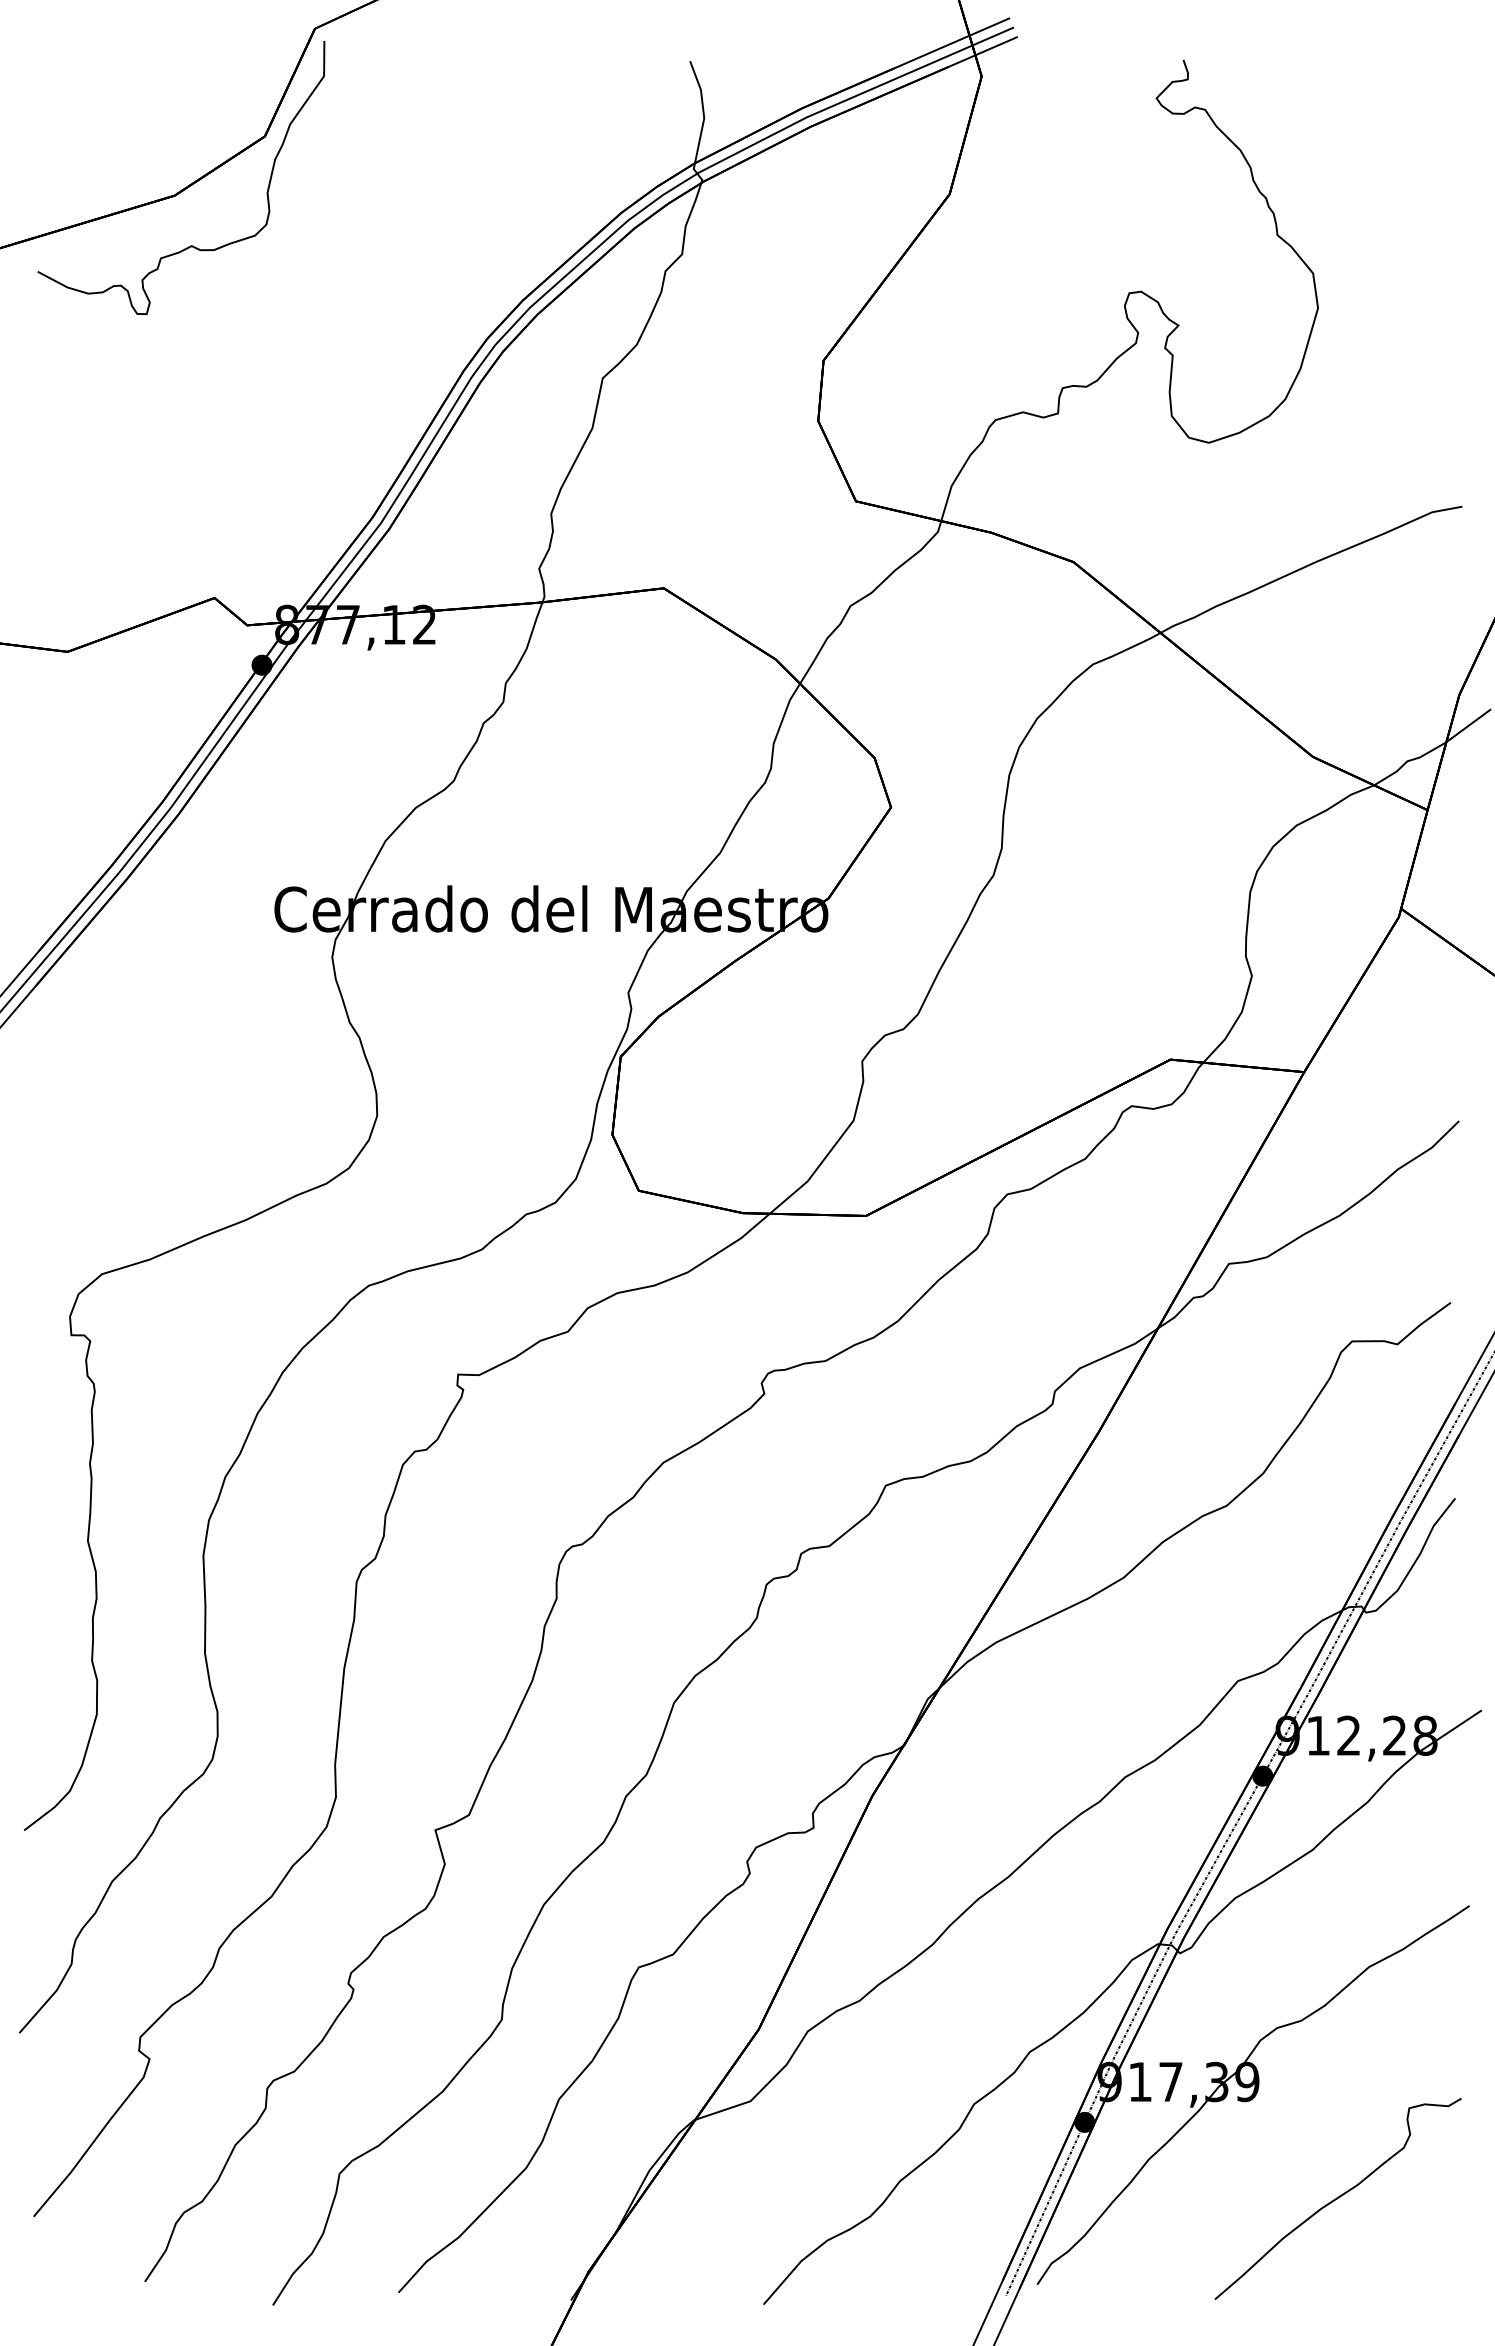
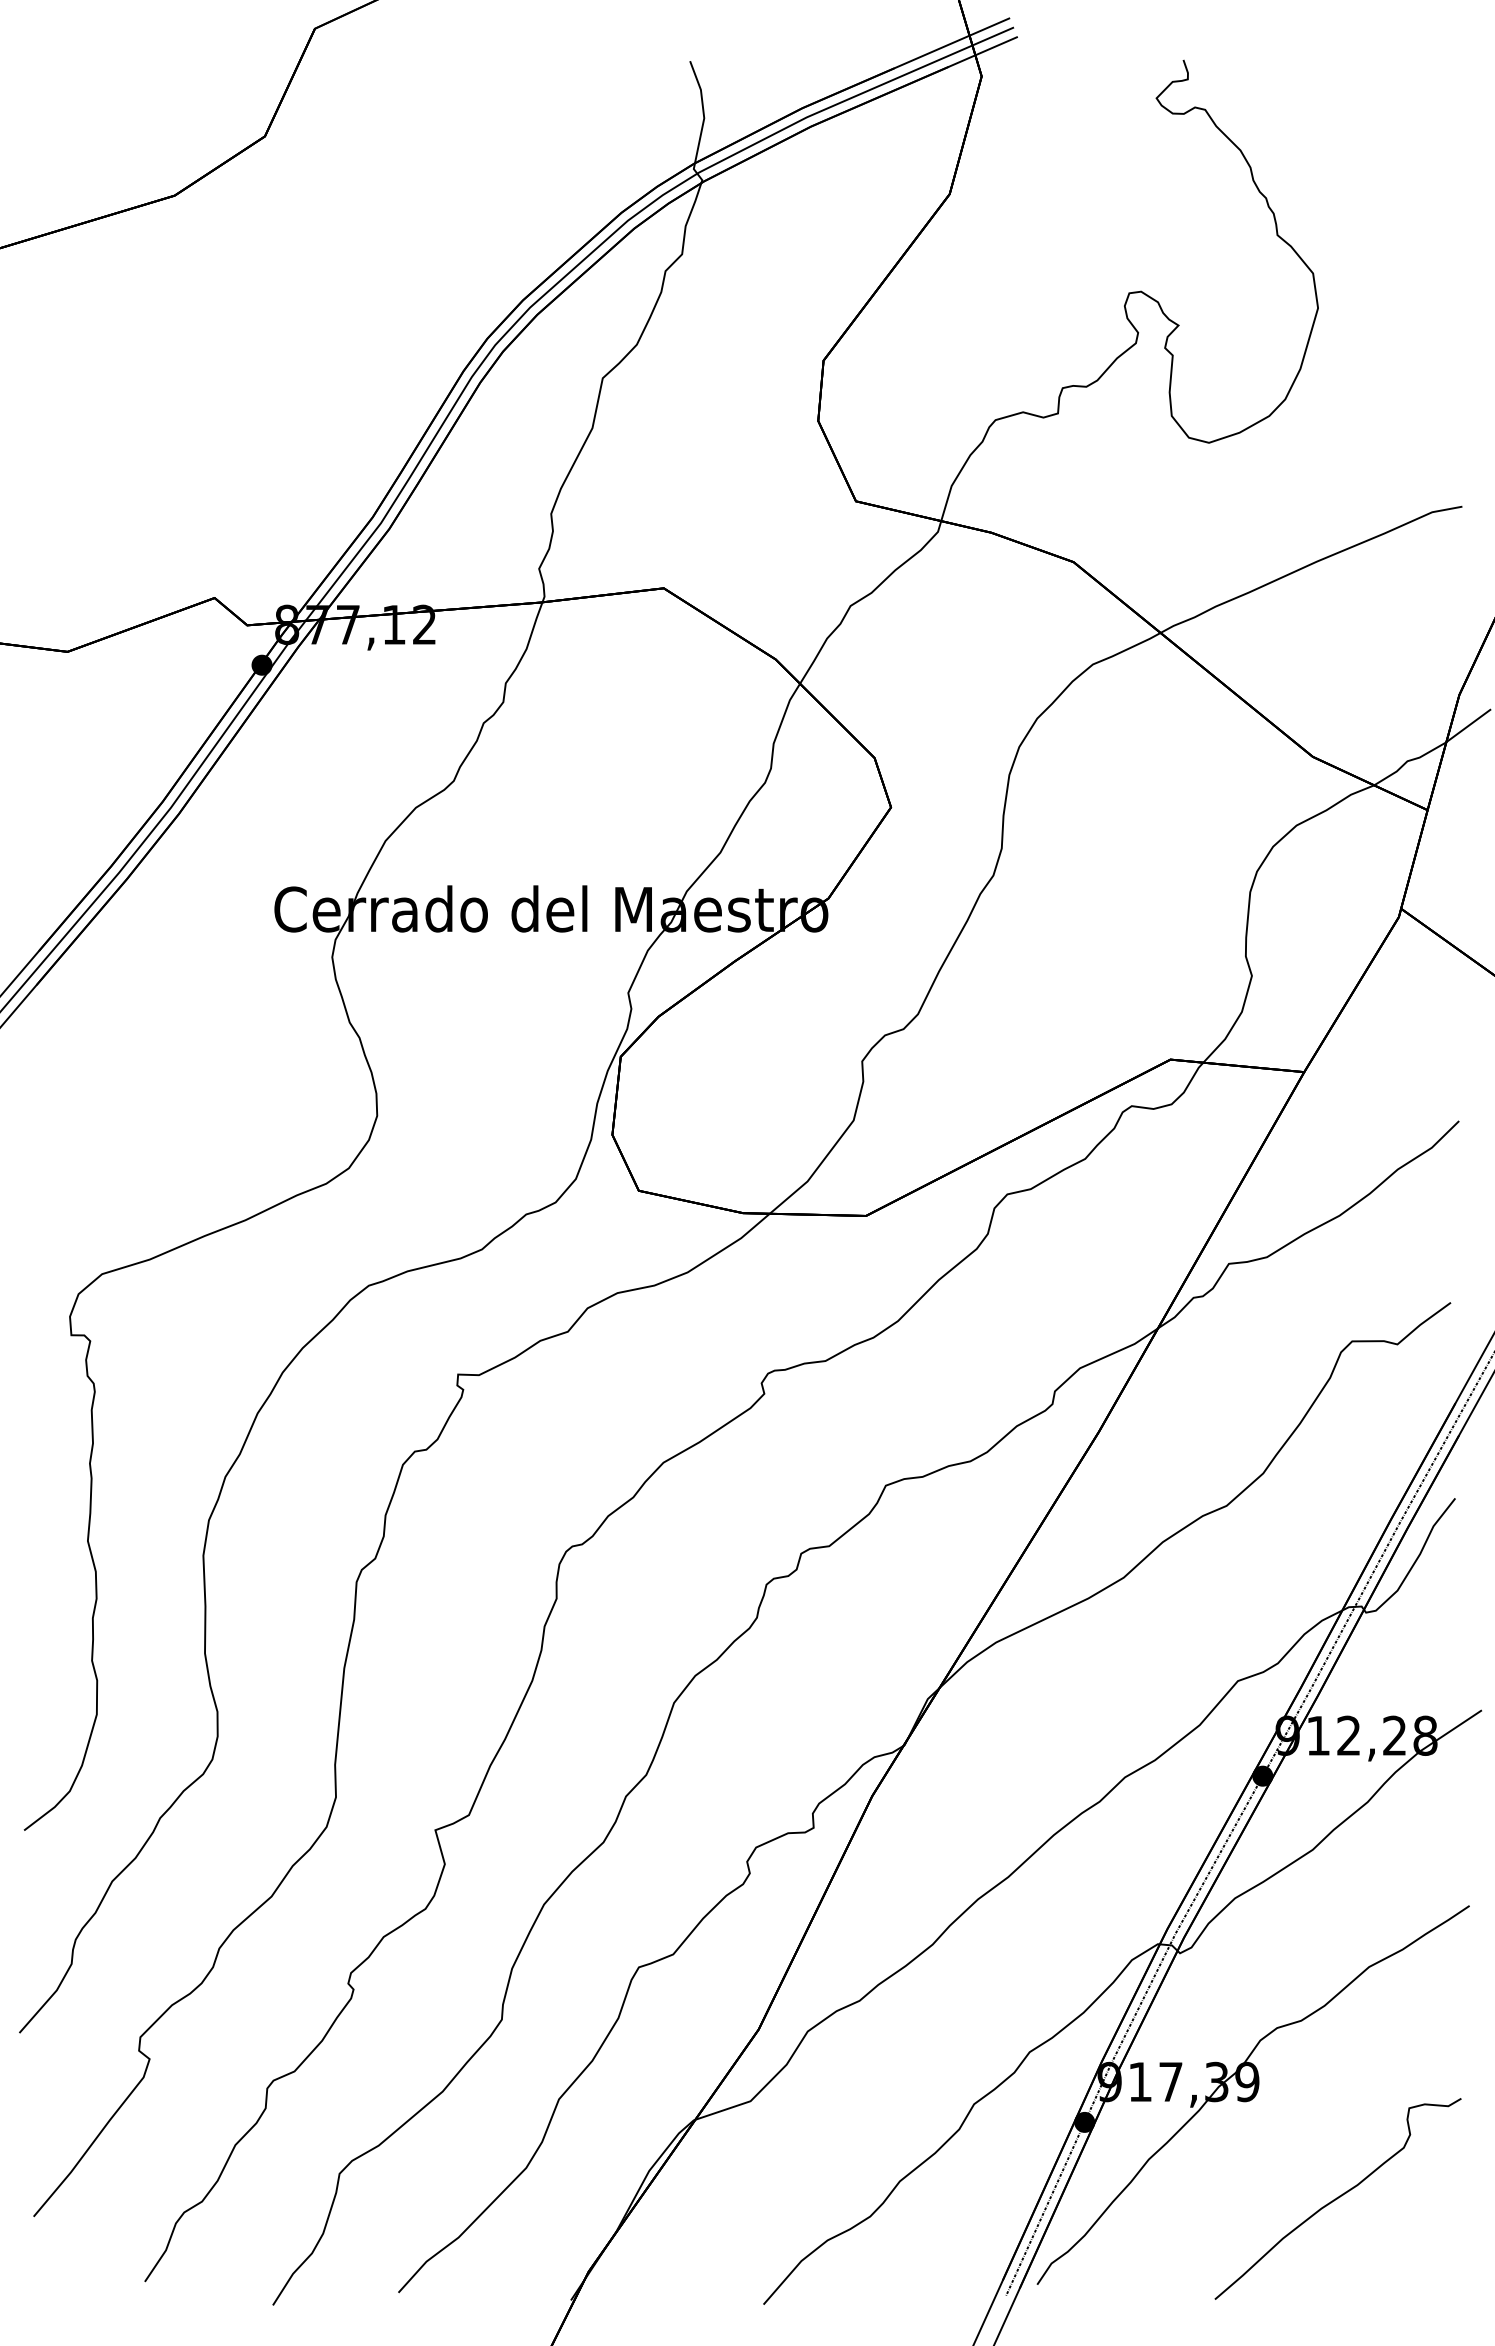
curve at (190, 245): present -> none
